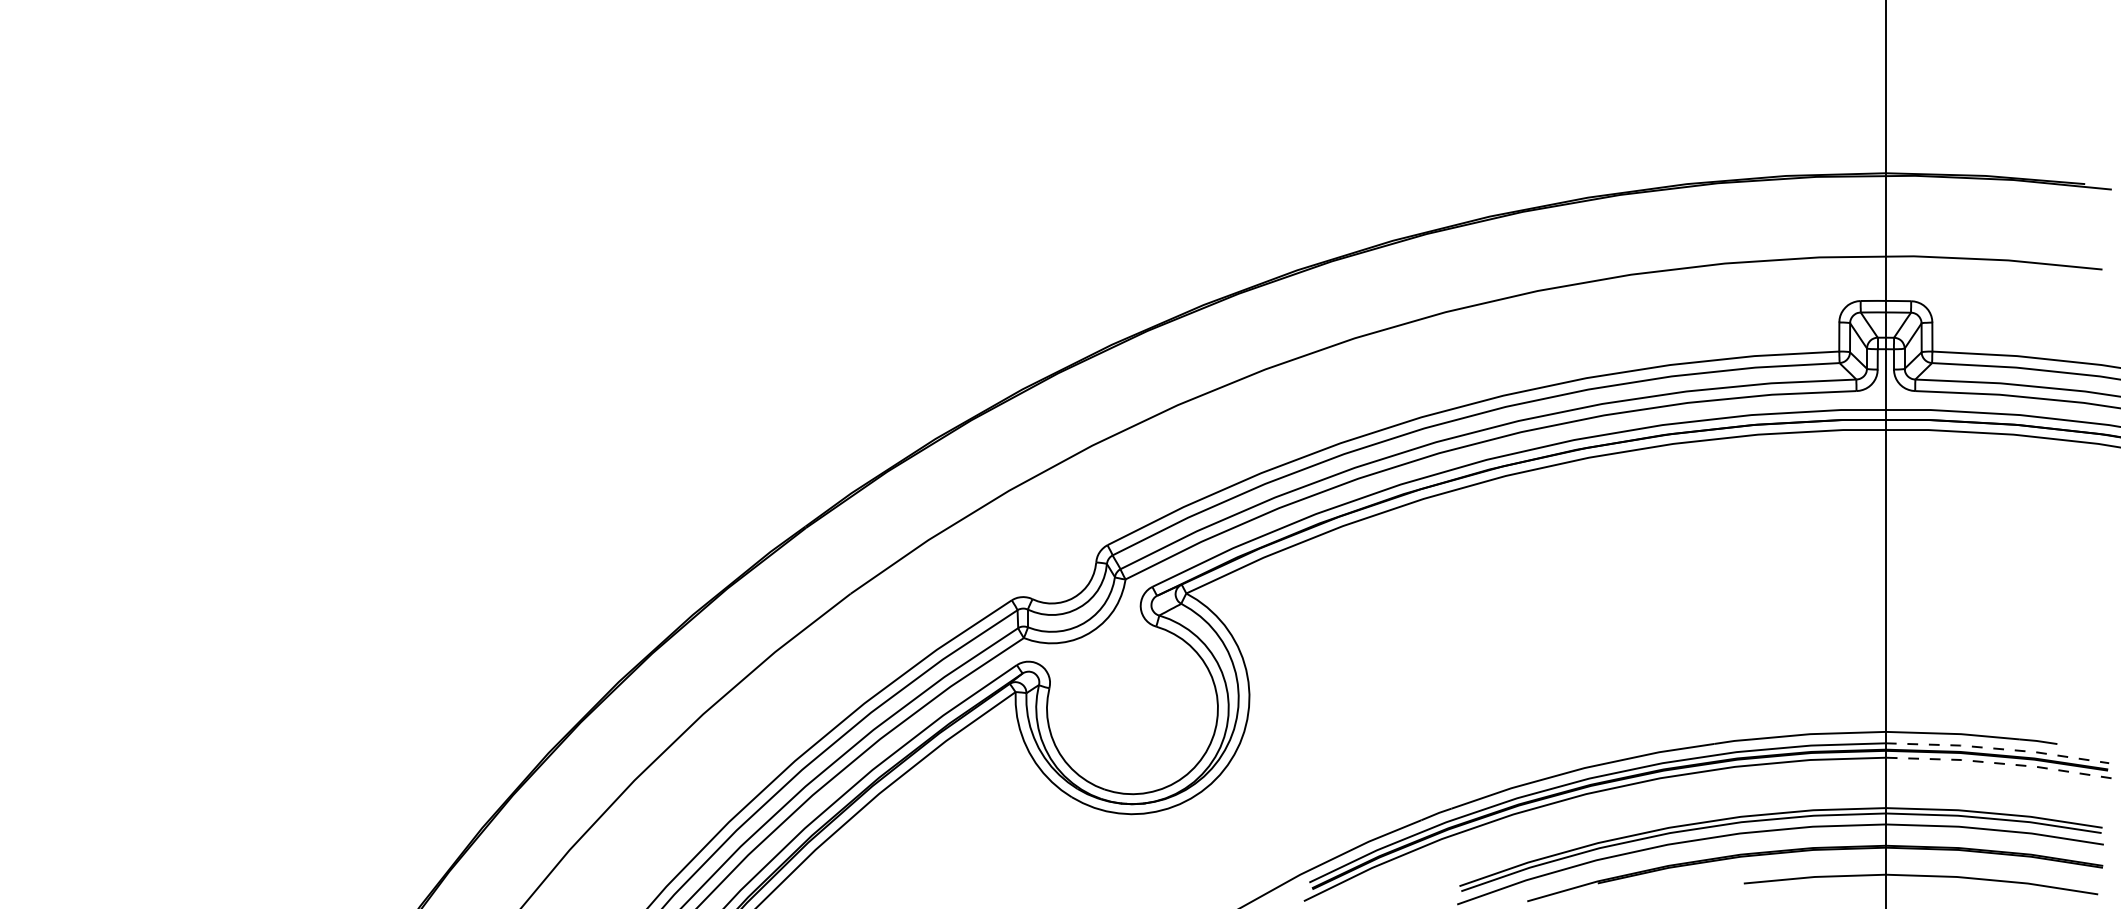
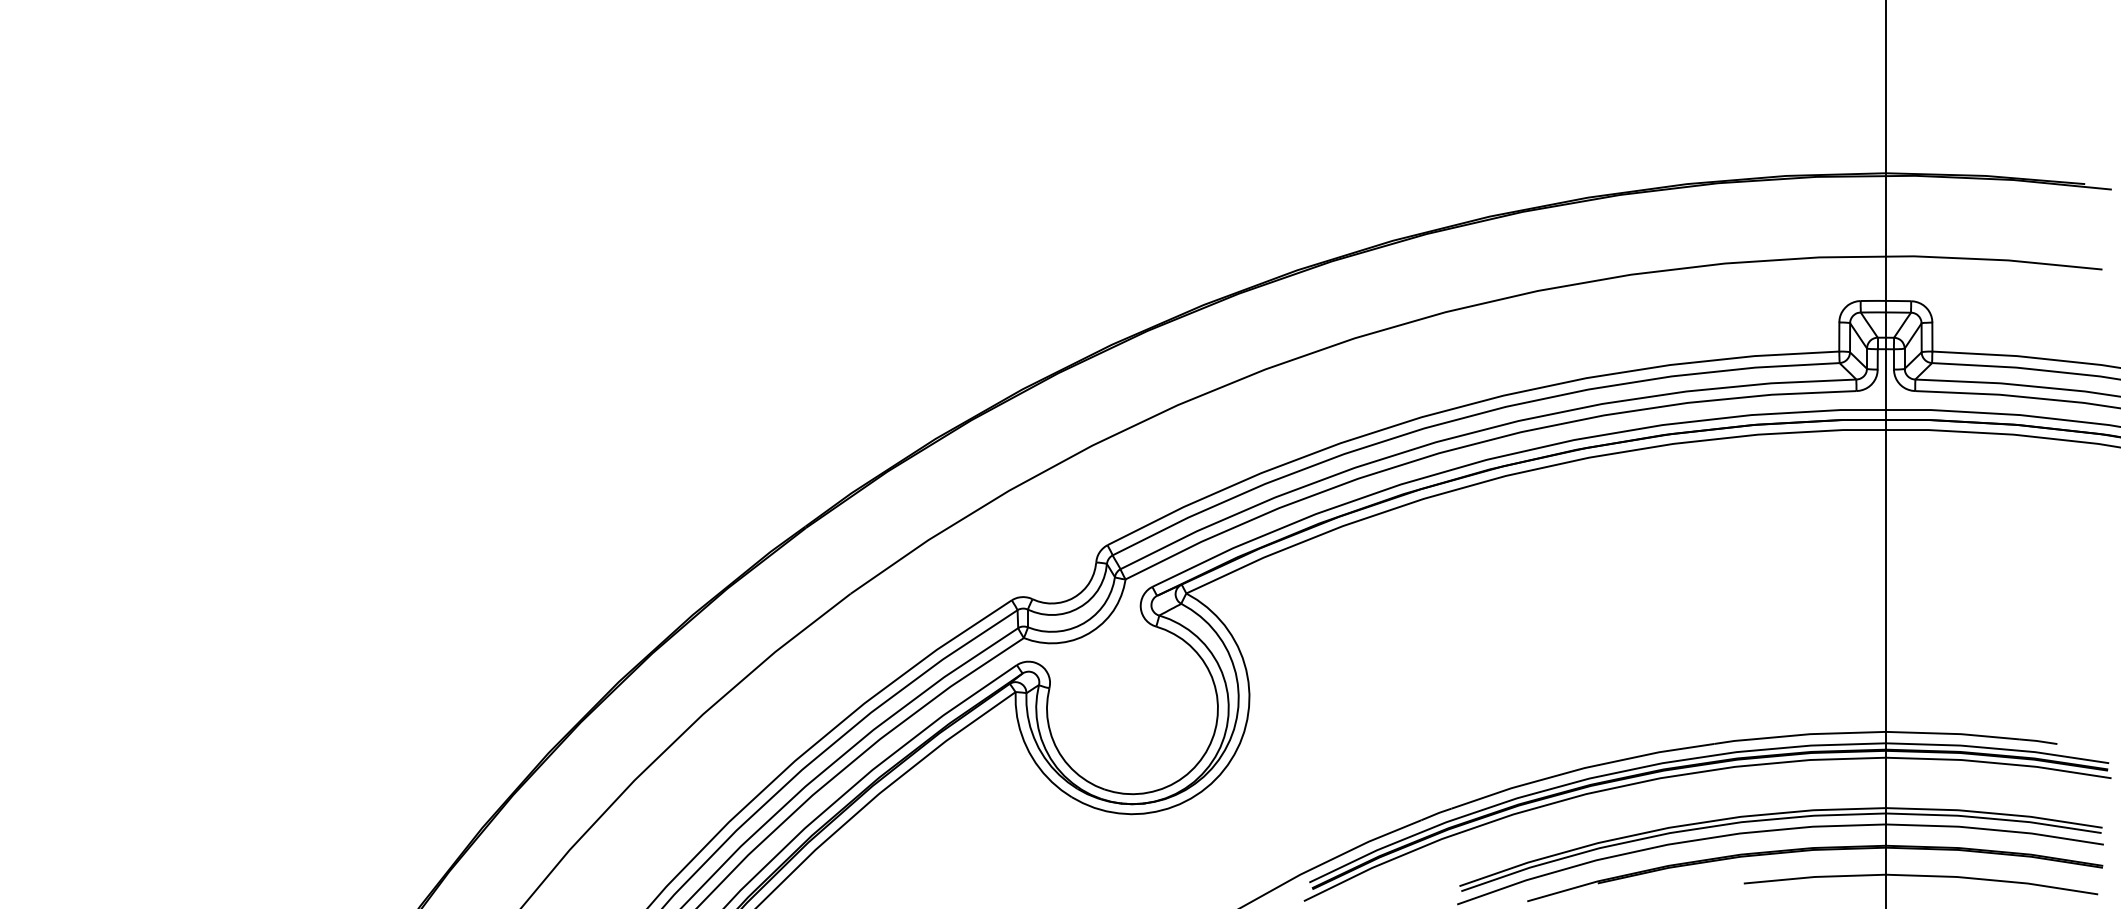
line at (1998, 748): dashed -> solid
line at (1999, 763): dashed -> solid
